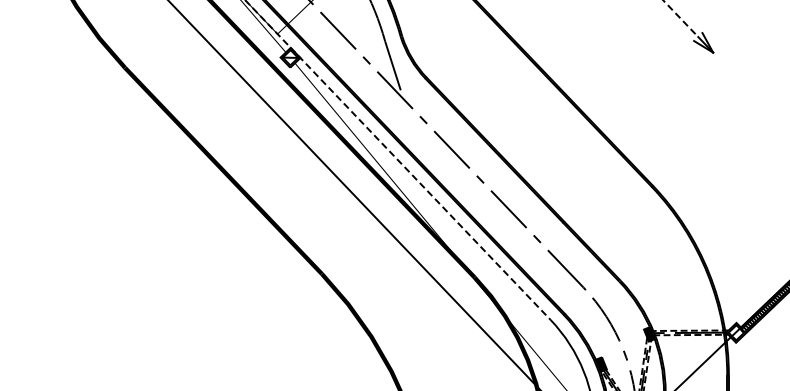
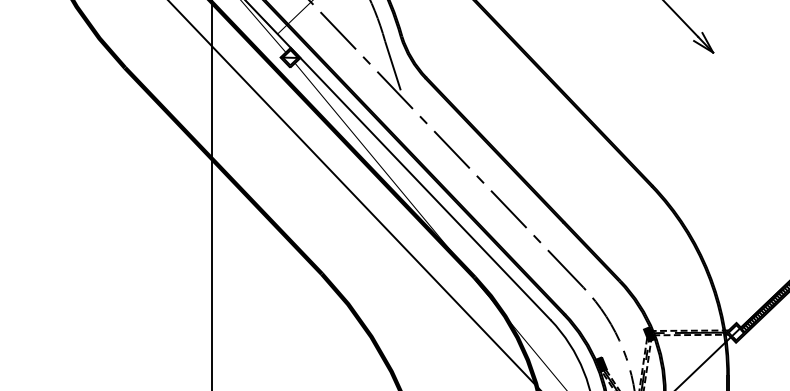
line at (681, 18): dashed -> solid
line at (398, 160): dashed -> solid
line at (212, 194): none -> present
